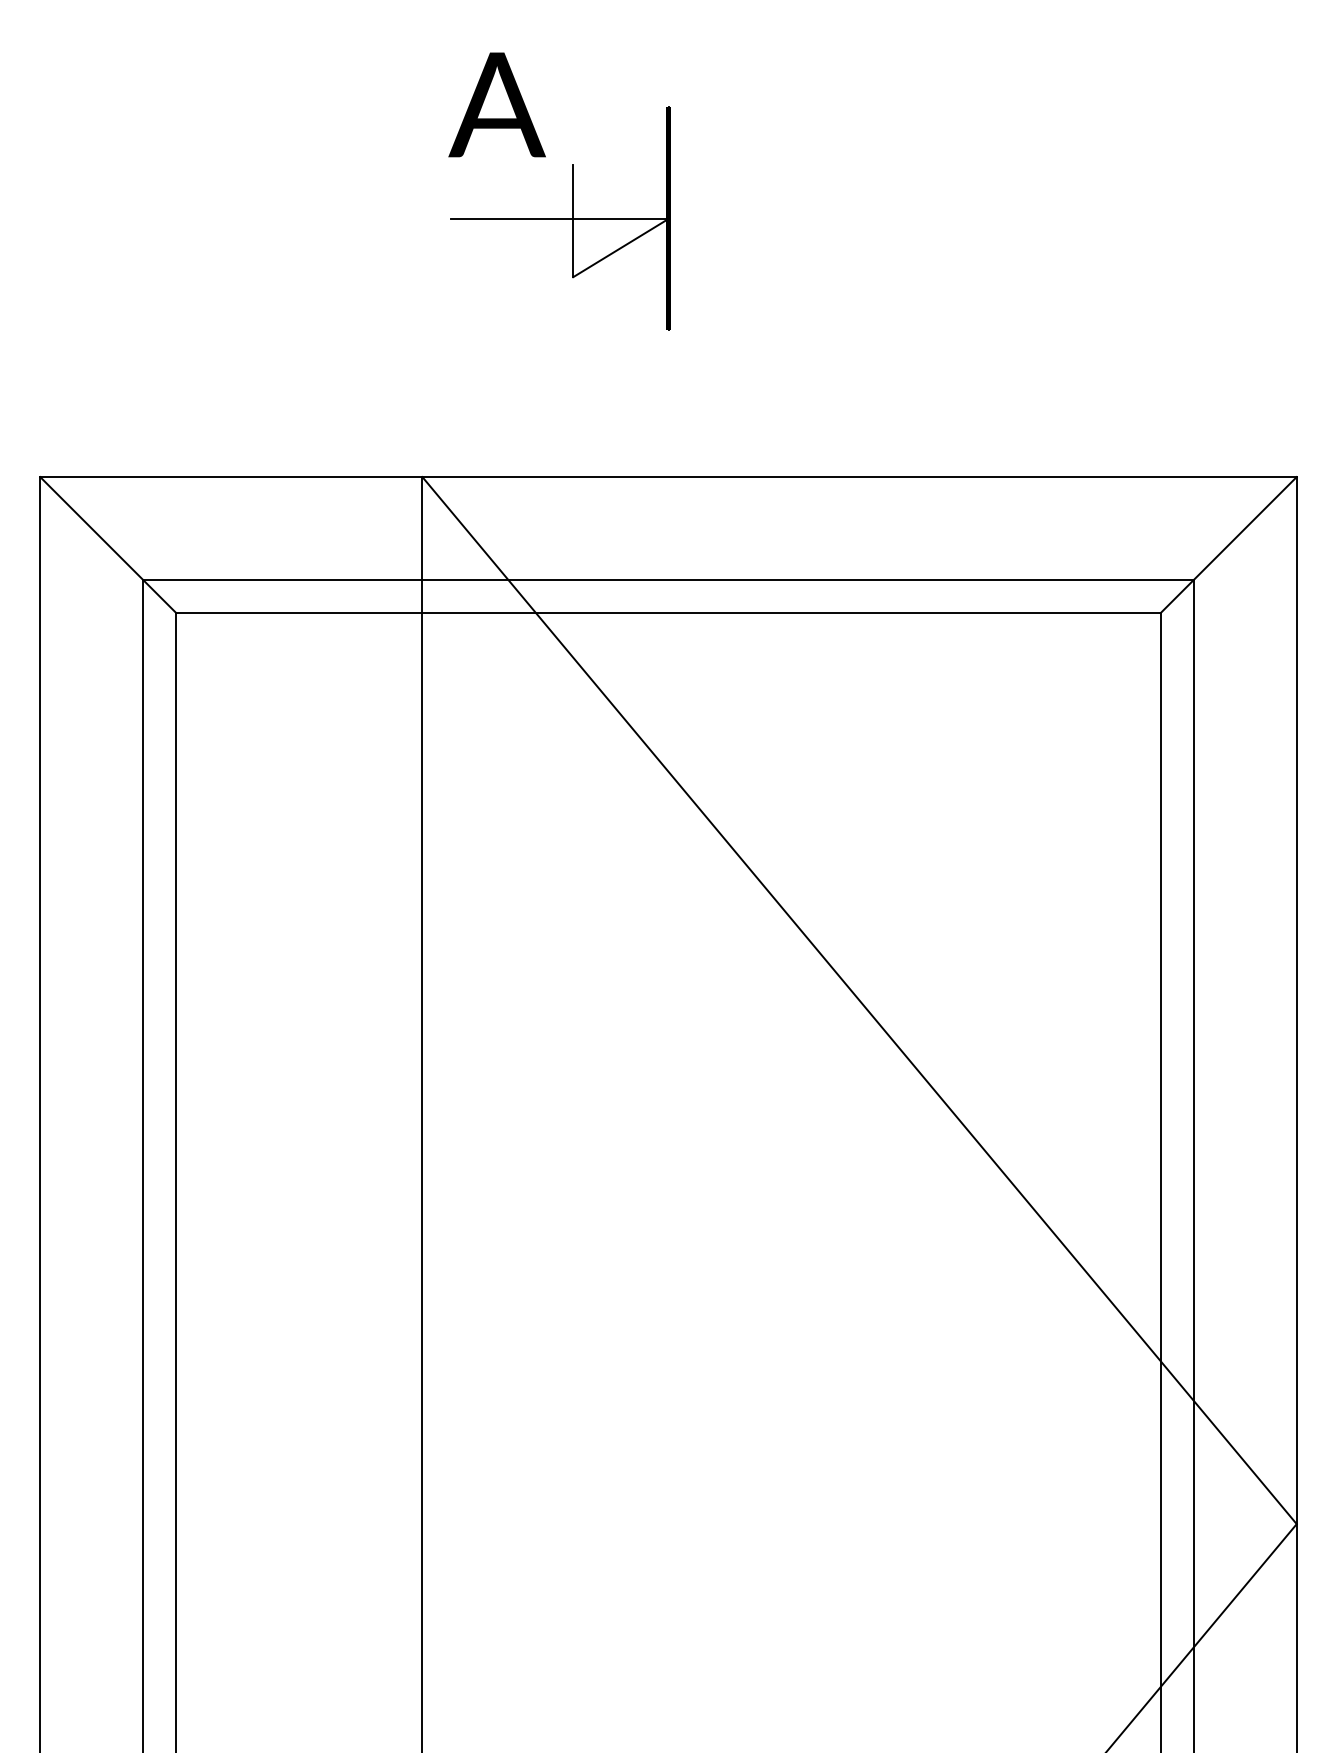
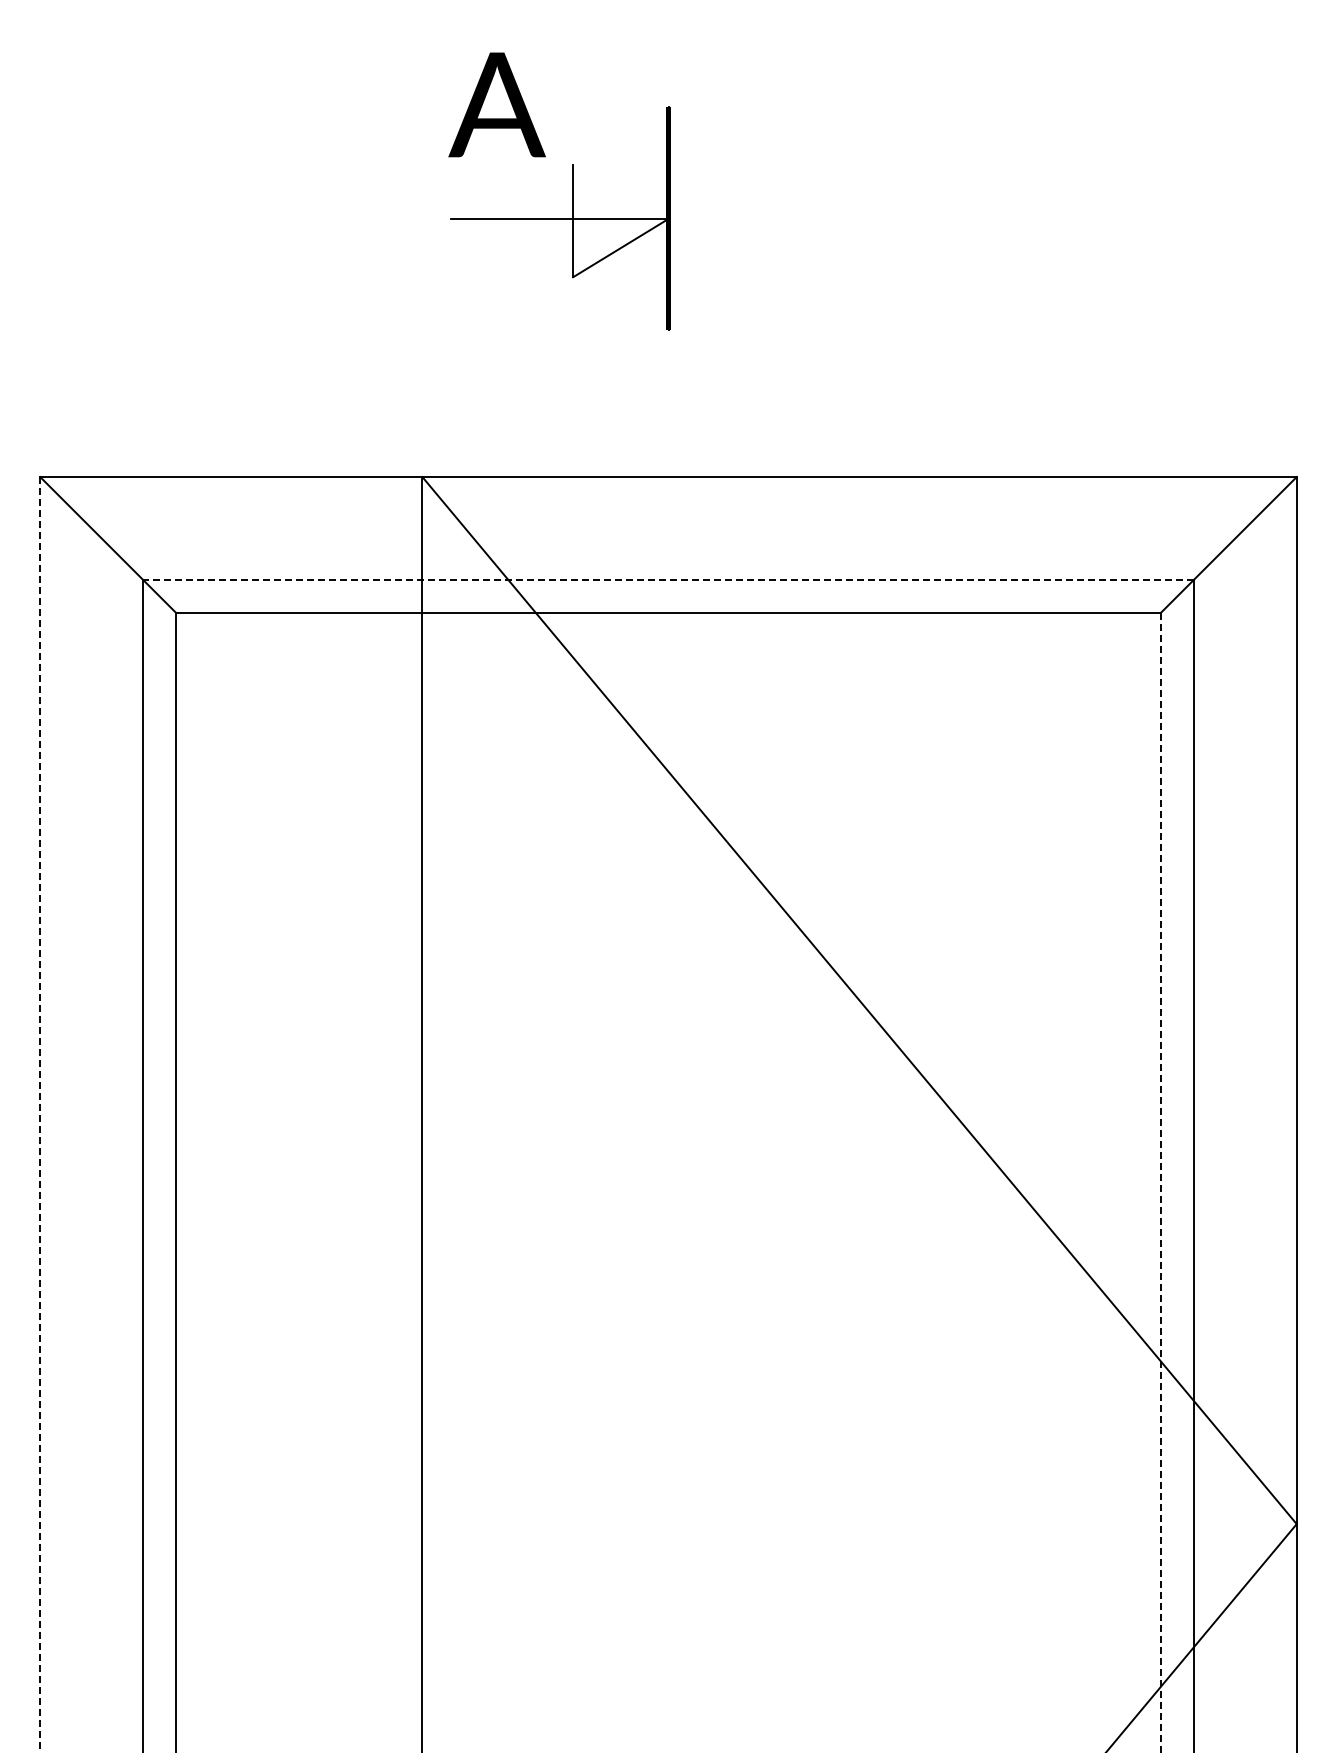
line at (668, 579): solid -> dashed
line at (40, 1114): solid -> dashed
line at (1160, 1183): solid -> dashed
